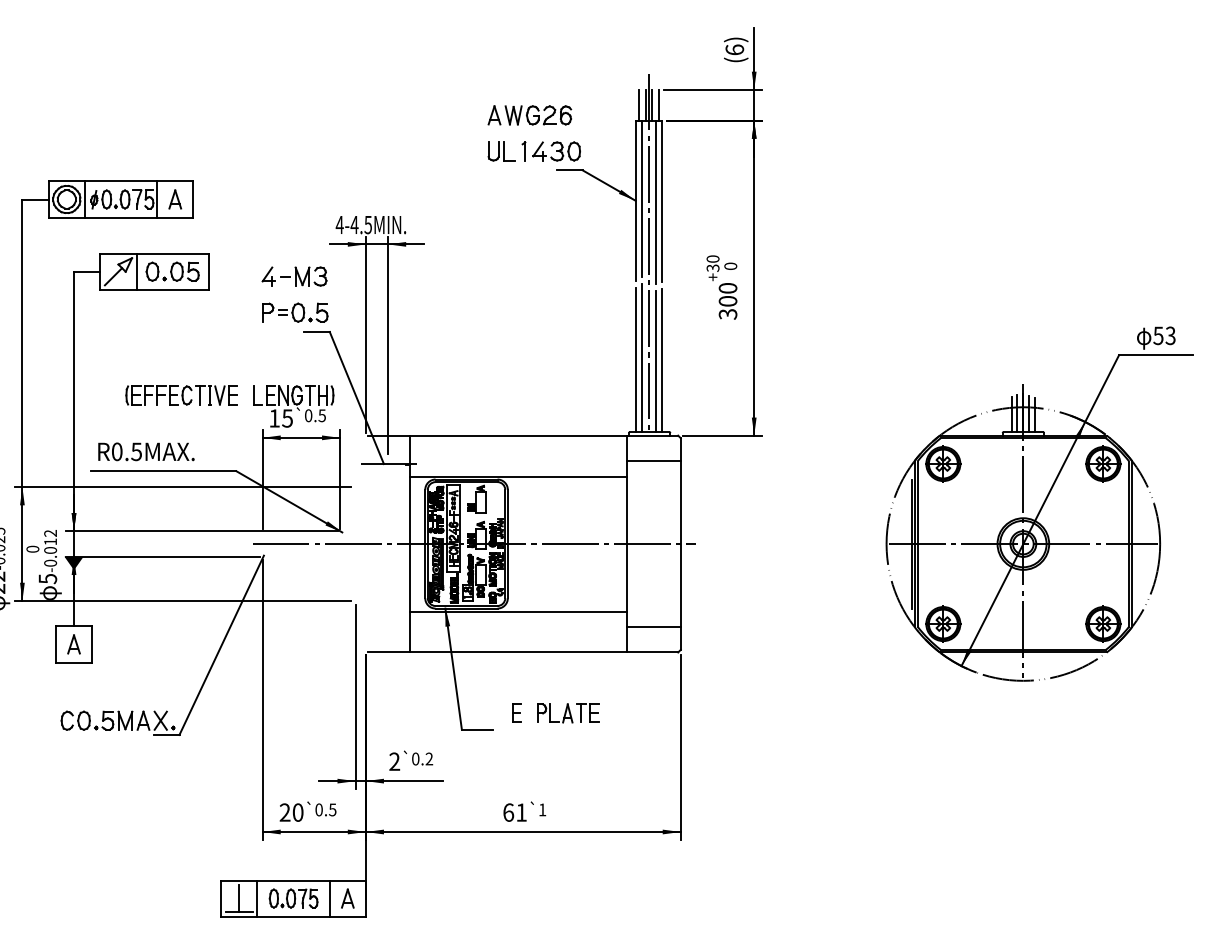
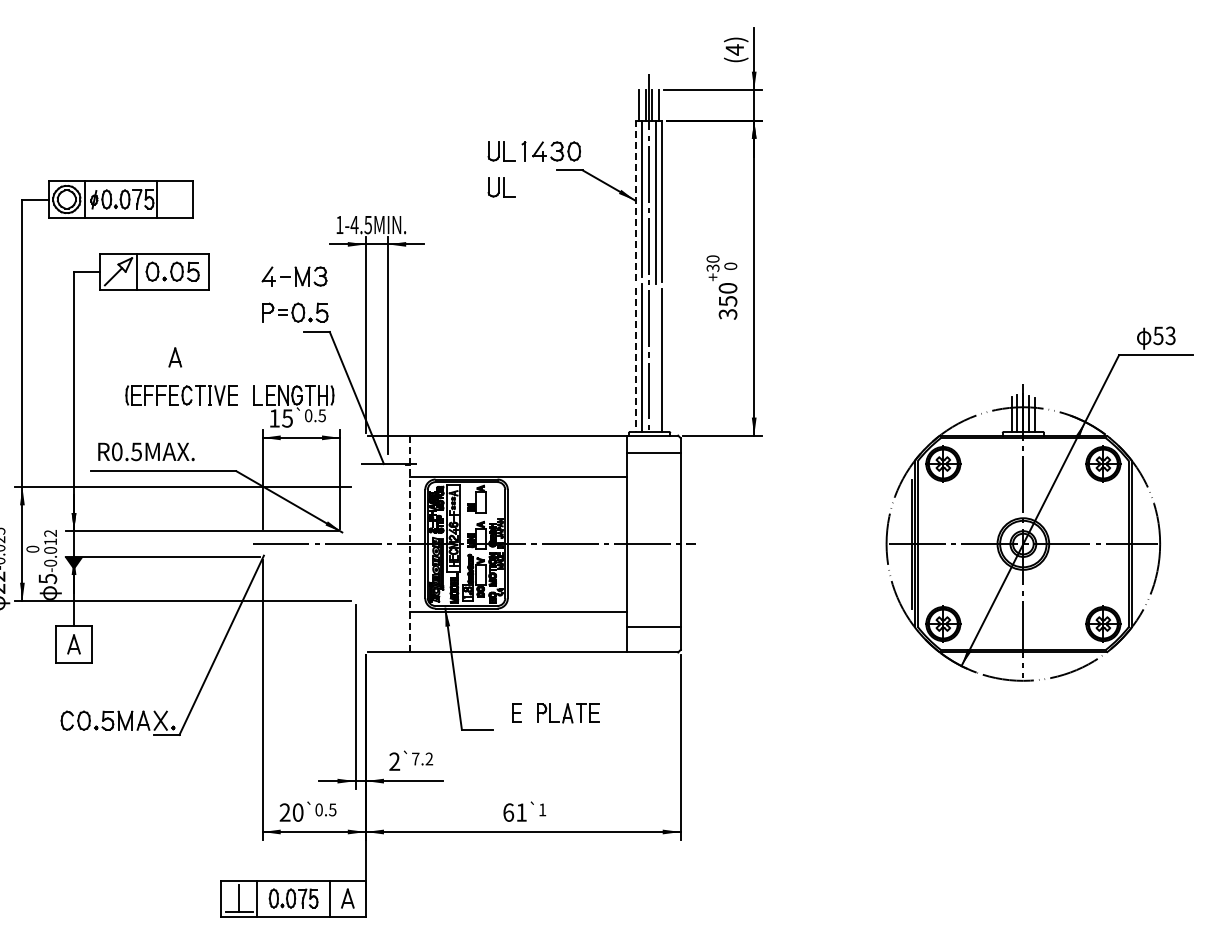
text at (734, 49): 6 -> 4
part at (529, 115): present -> none
part at (501, 187): none -> present
part at (175, 199) position: (175, 199) -> (175, 357)
line at (635, 200): solid -> dashed
text at (339, 224): 4-4.5MIN. -> 1-4.5MIN.
text at (727, 301): 300 -> 350
line at (635, 360): solid -> dashed
line at (655, 361): present -> none
line at (653, 460) position: (653, 460) -> (653, 452)
line at (410, 544): solid -> dashed
text at (415, 758): 0.2 -> 7.2
